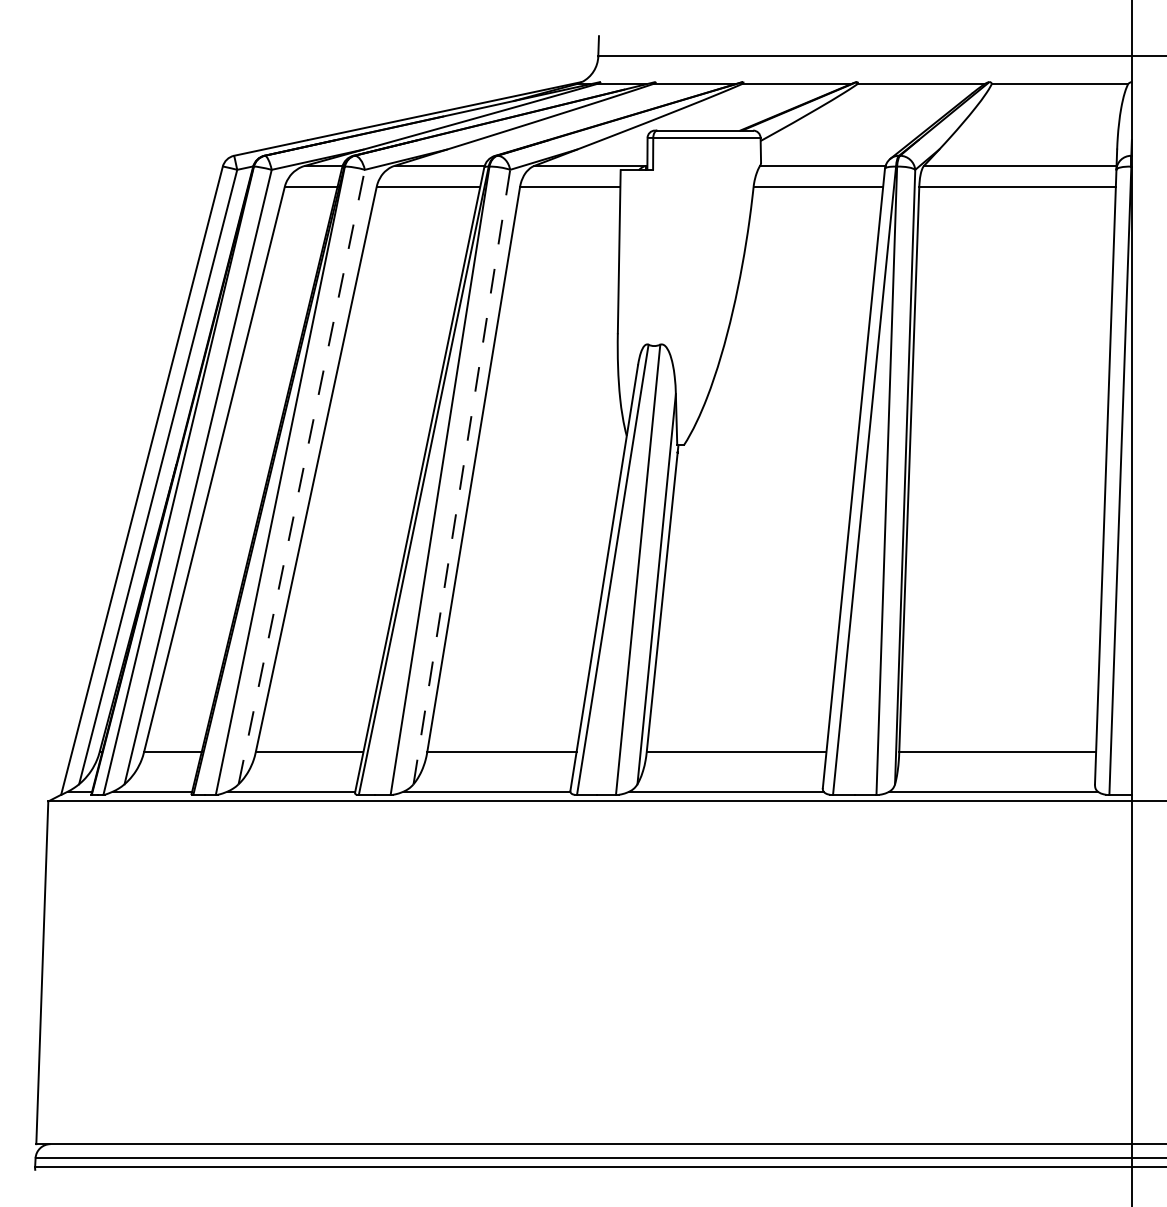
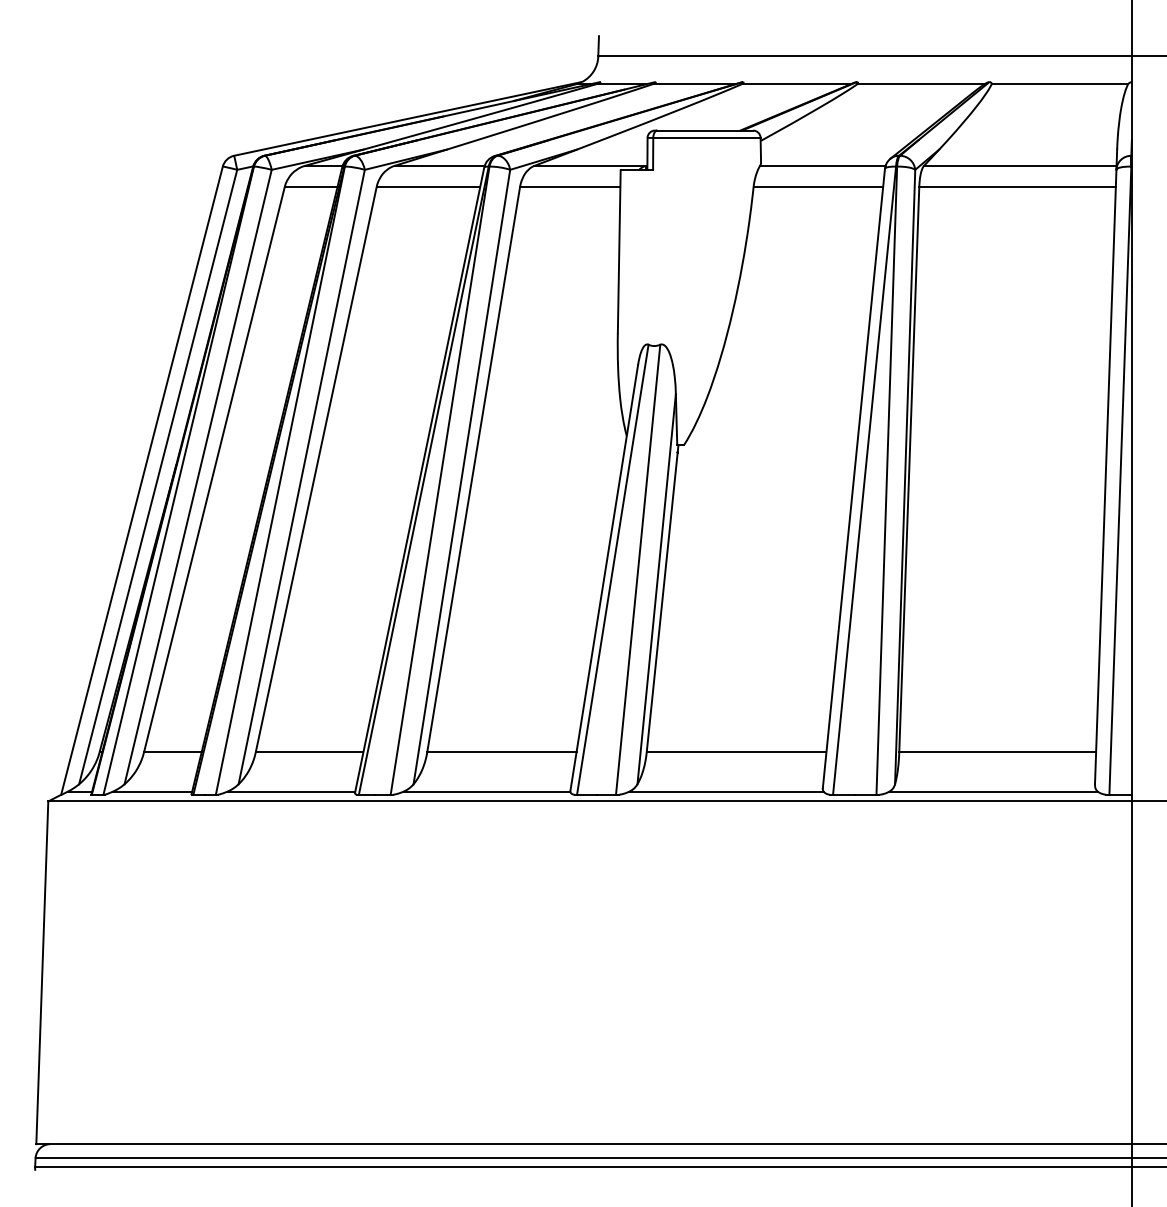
line at (301, 477): dashed -> solid
line at (461, 477): dashed -> solid
